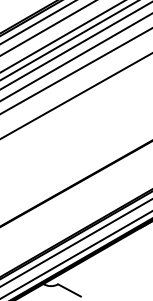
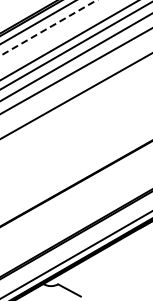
line at (49, 27): solid -> dashed
line at (61, 36): present -> none
line at (75, 242): present -> none
